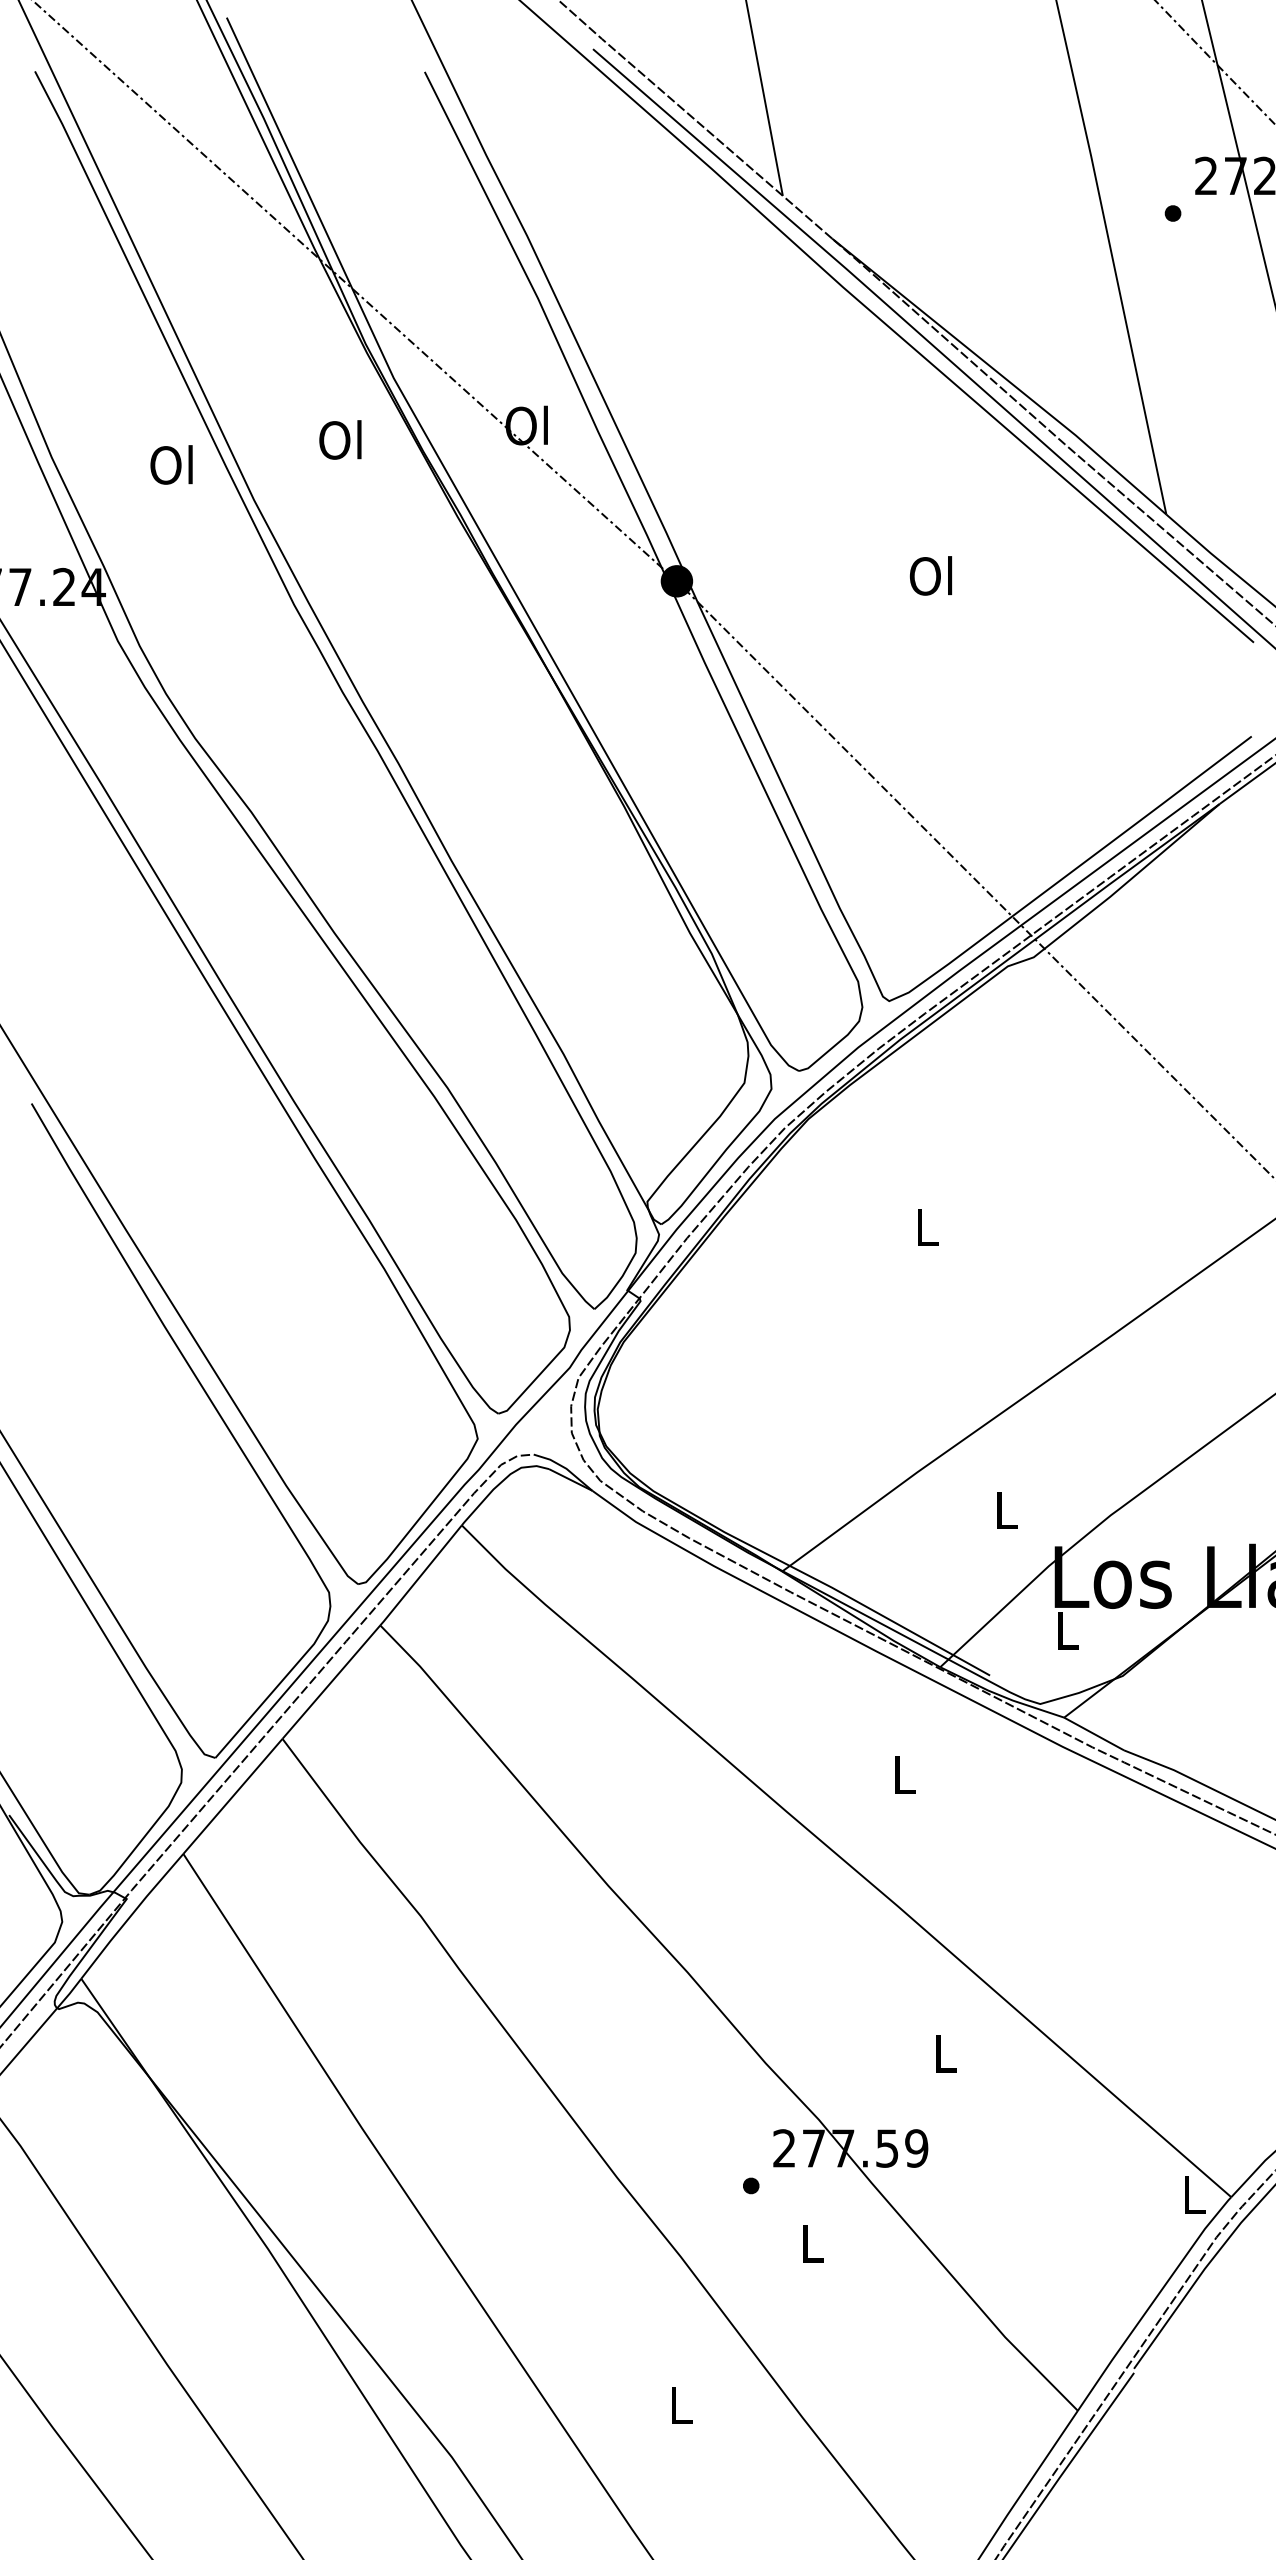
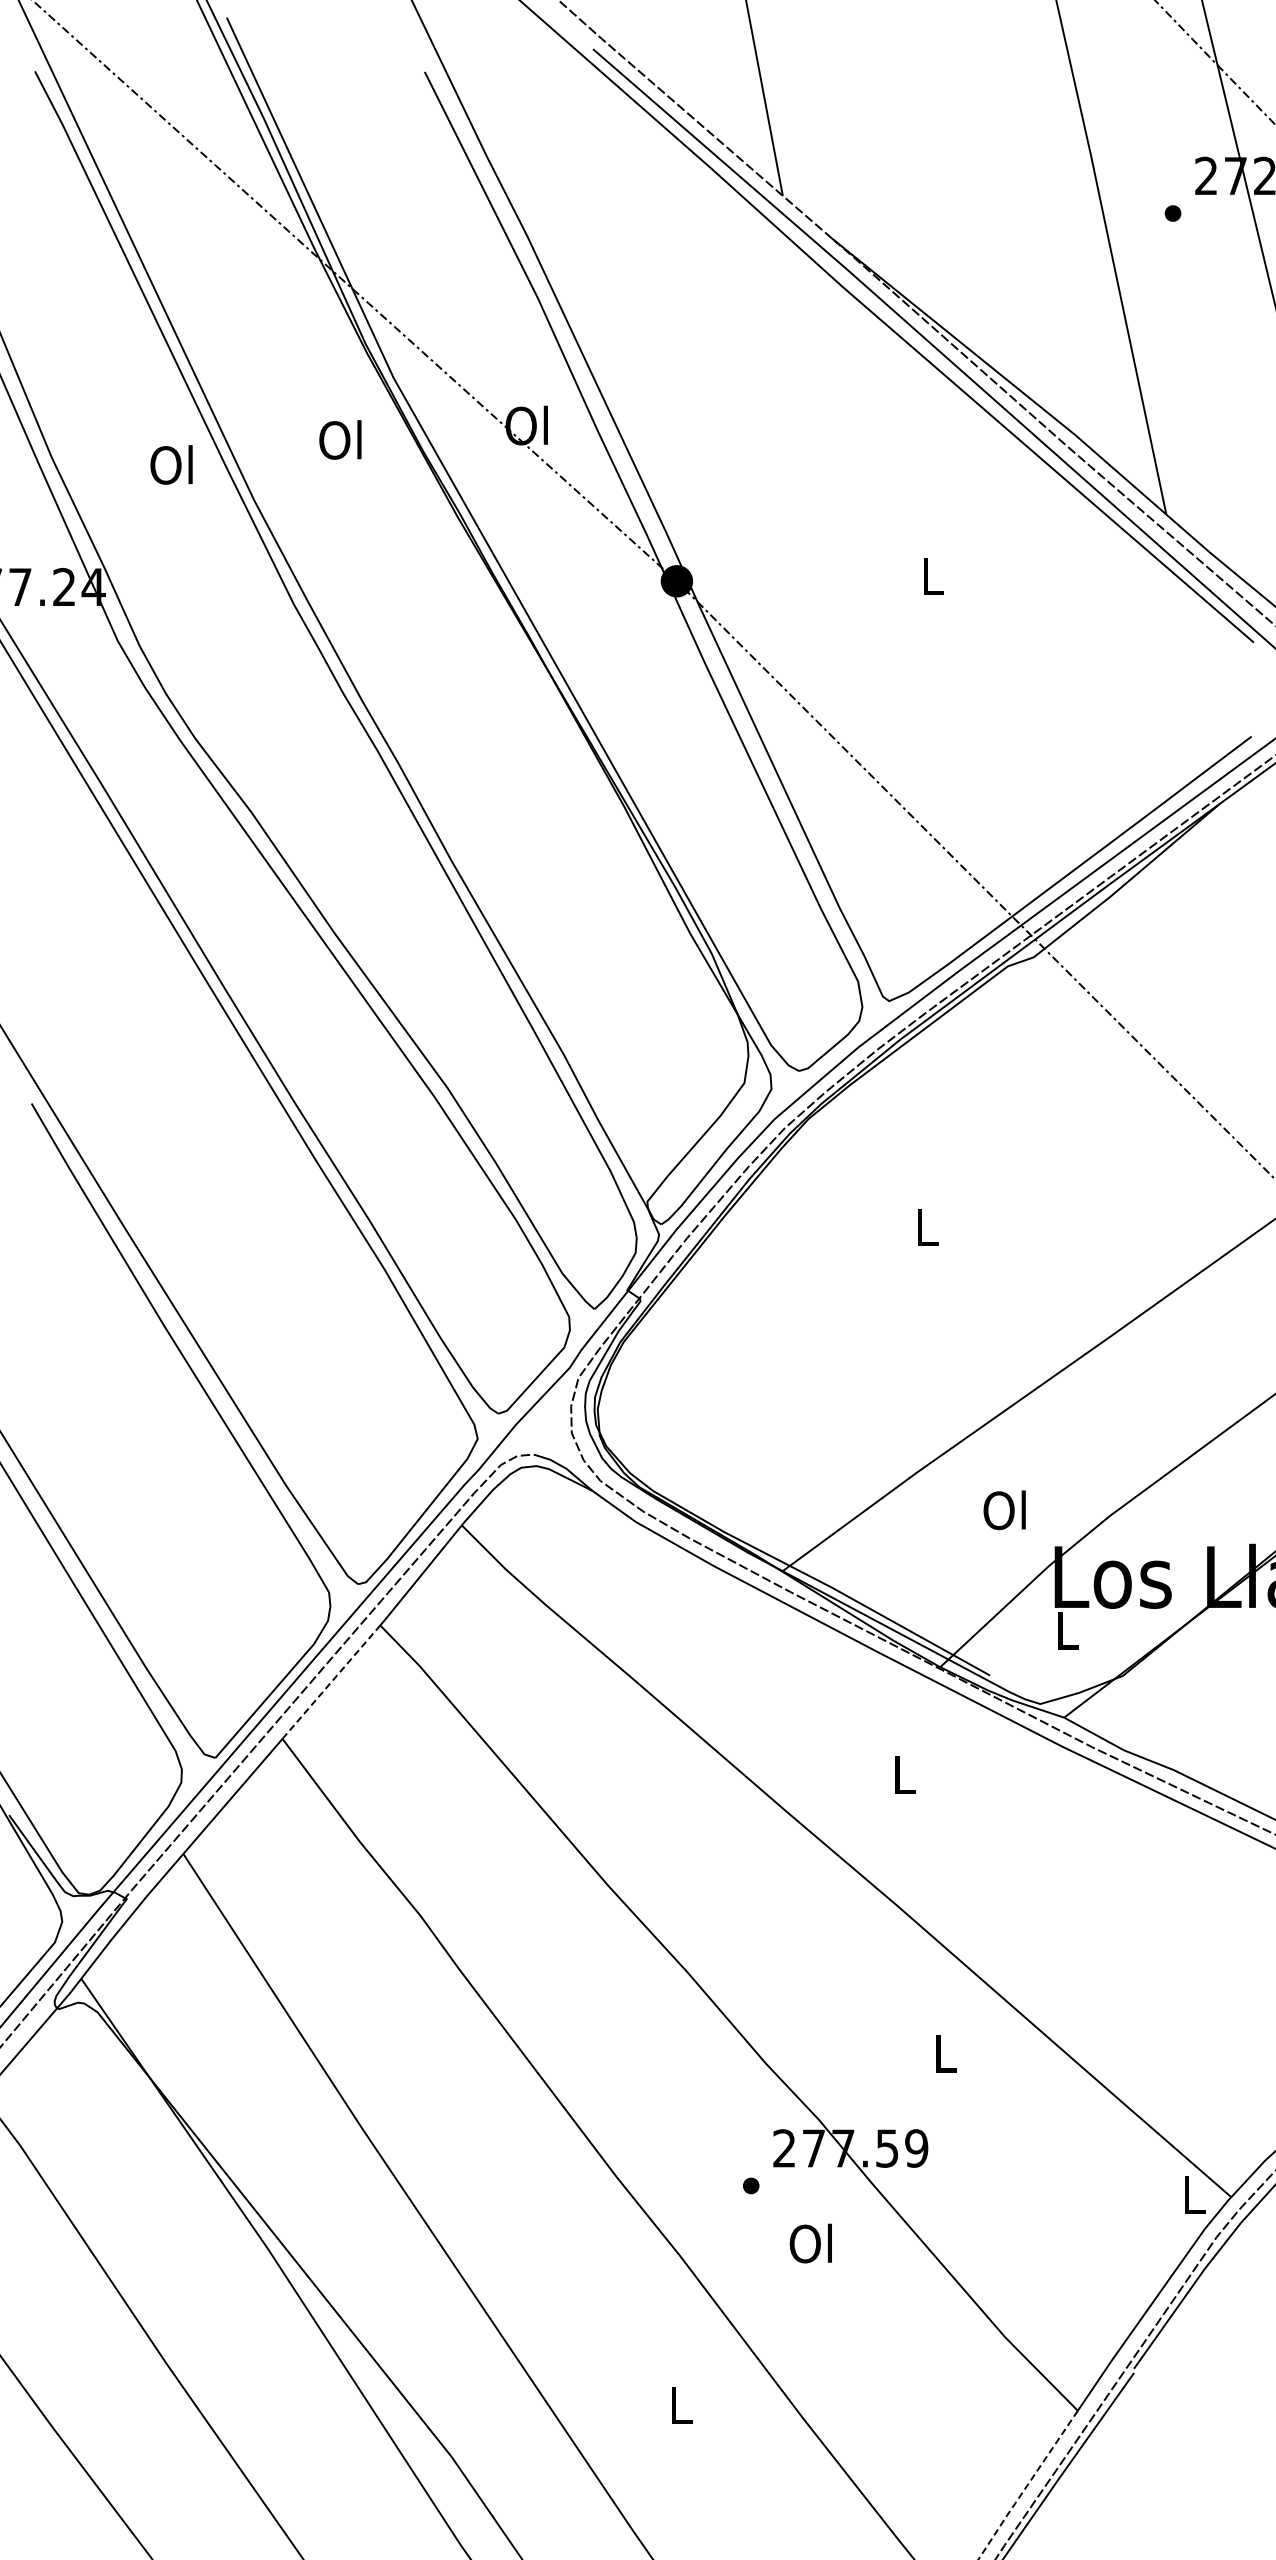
text at (930, 575): Ol -> L
text at (1004, 1510): L -> Ol
line at (331, 1682): solid -> dashed
text at (810, 2243): L -> Ol
line at (1027, 2485): solid -> dashed
